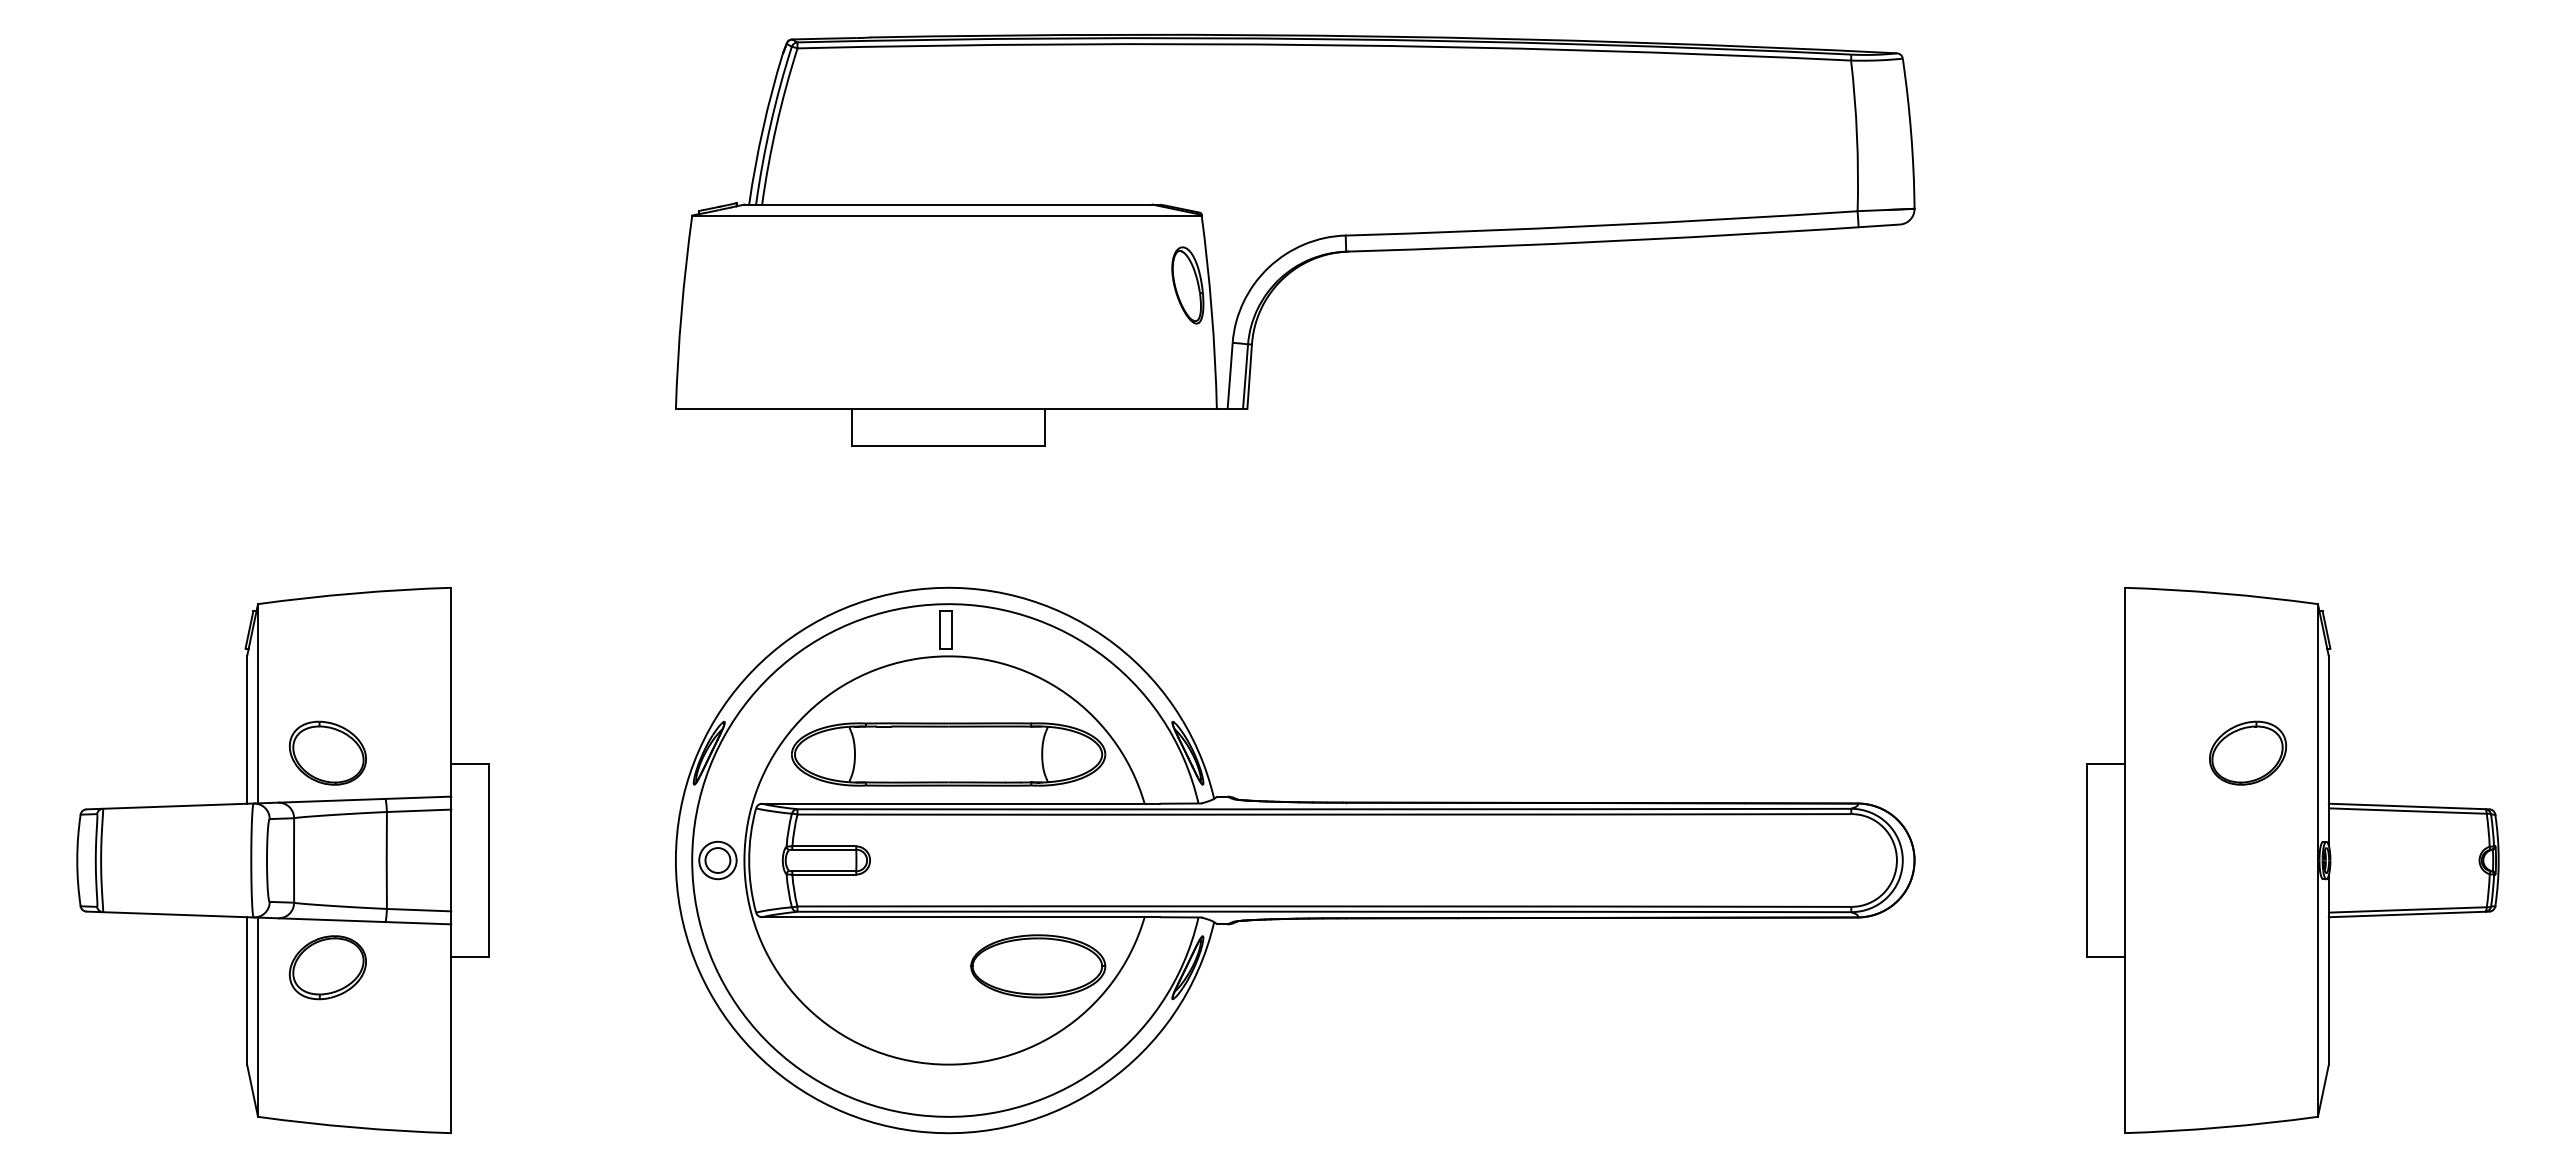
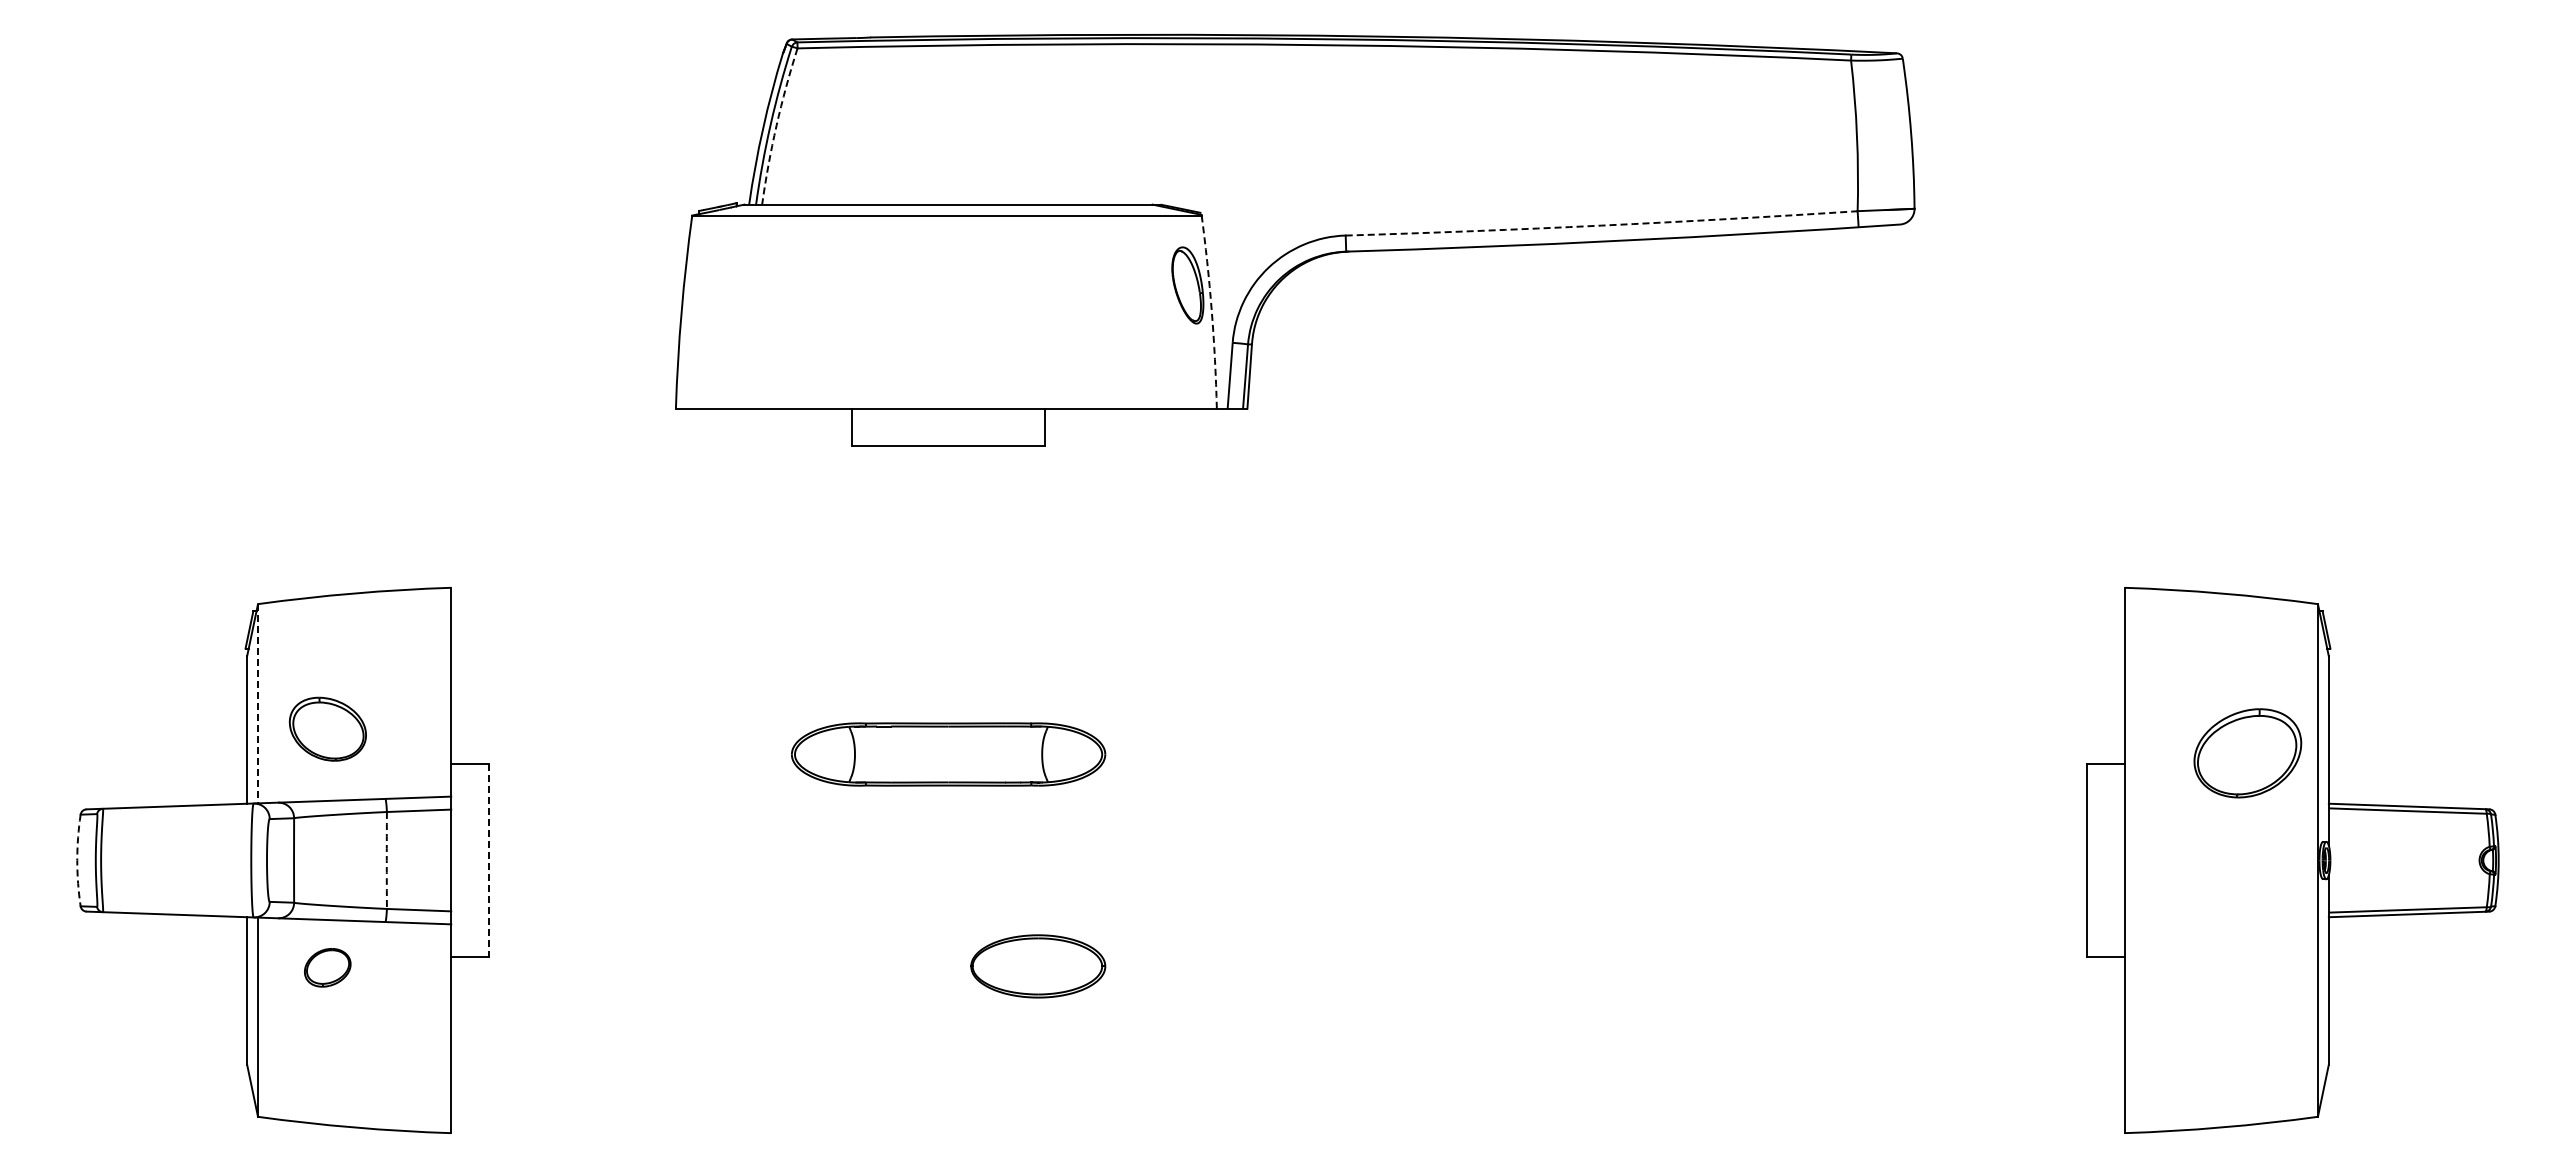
arc at (776, 125): solid -> dashed
arc at (1601, 225): solid -> dashed
arc at (1211, 310): solid -> dashed
line at (258, 703): solid -> dashed
part at (327, 752) position: (327, 752) -> (327, 728)
part at (2248, 752) size: 79x66 px -> 110x91 px
arc at (77, 860): solid -> dashed
arc at (386, 860): solid -> dashed
line at (488, 860): solid -> dashed
part at (1295, 860): present -> none
part at (327, 967) size: 79x66 px -> 48x40 px
